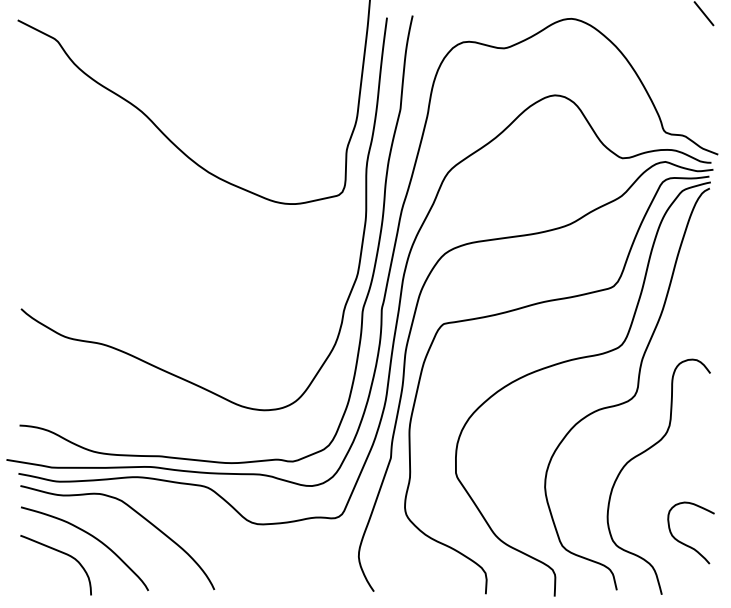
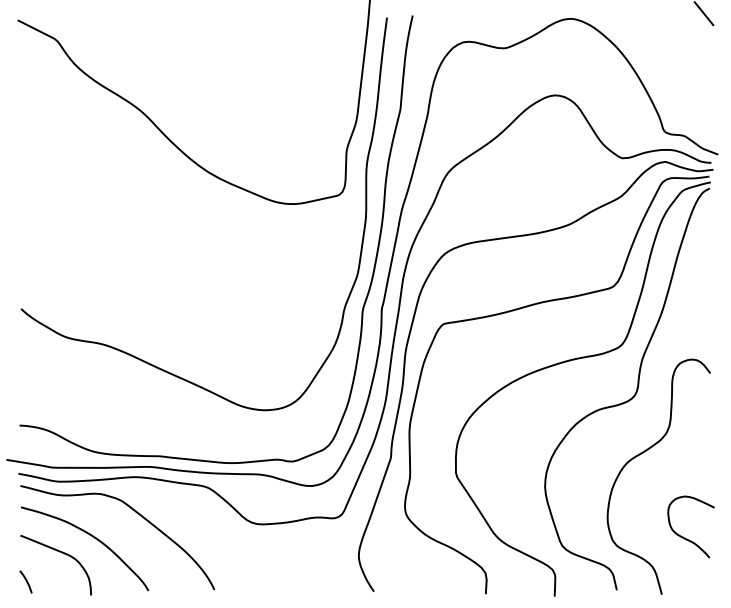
curve at (685, 543) position: (685, 543) -> (685, 537)
line at (25, 580): none -> present
